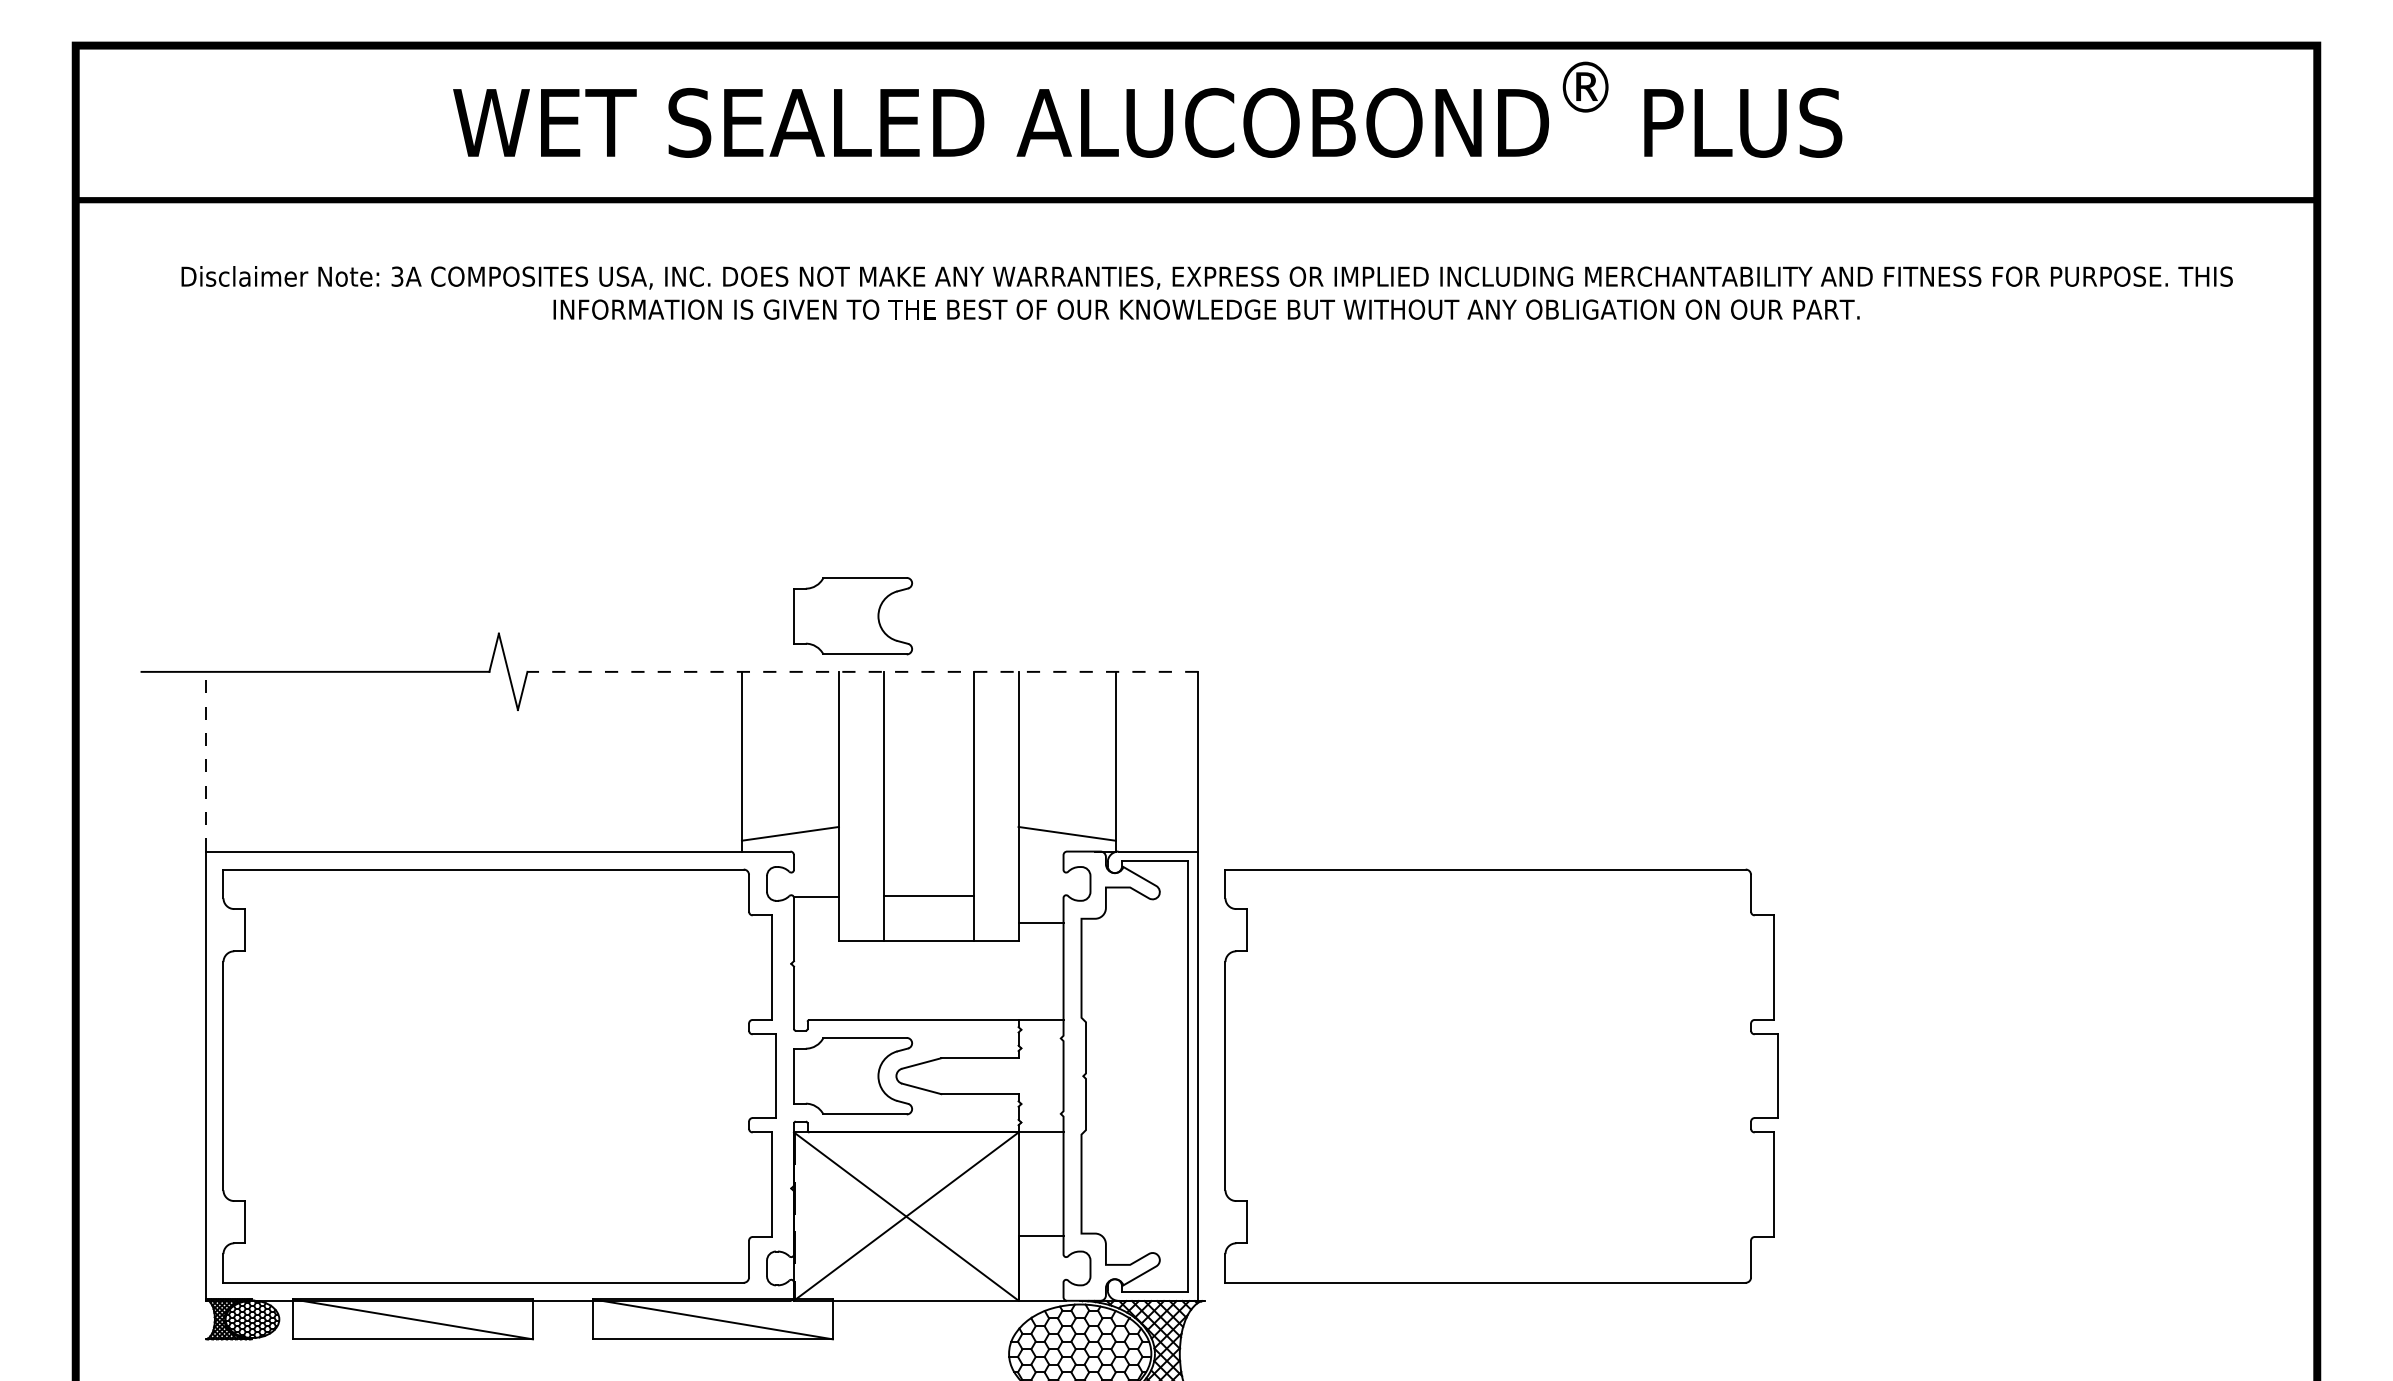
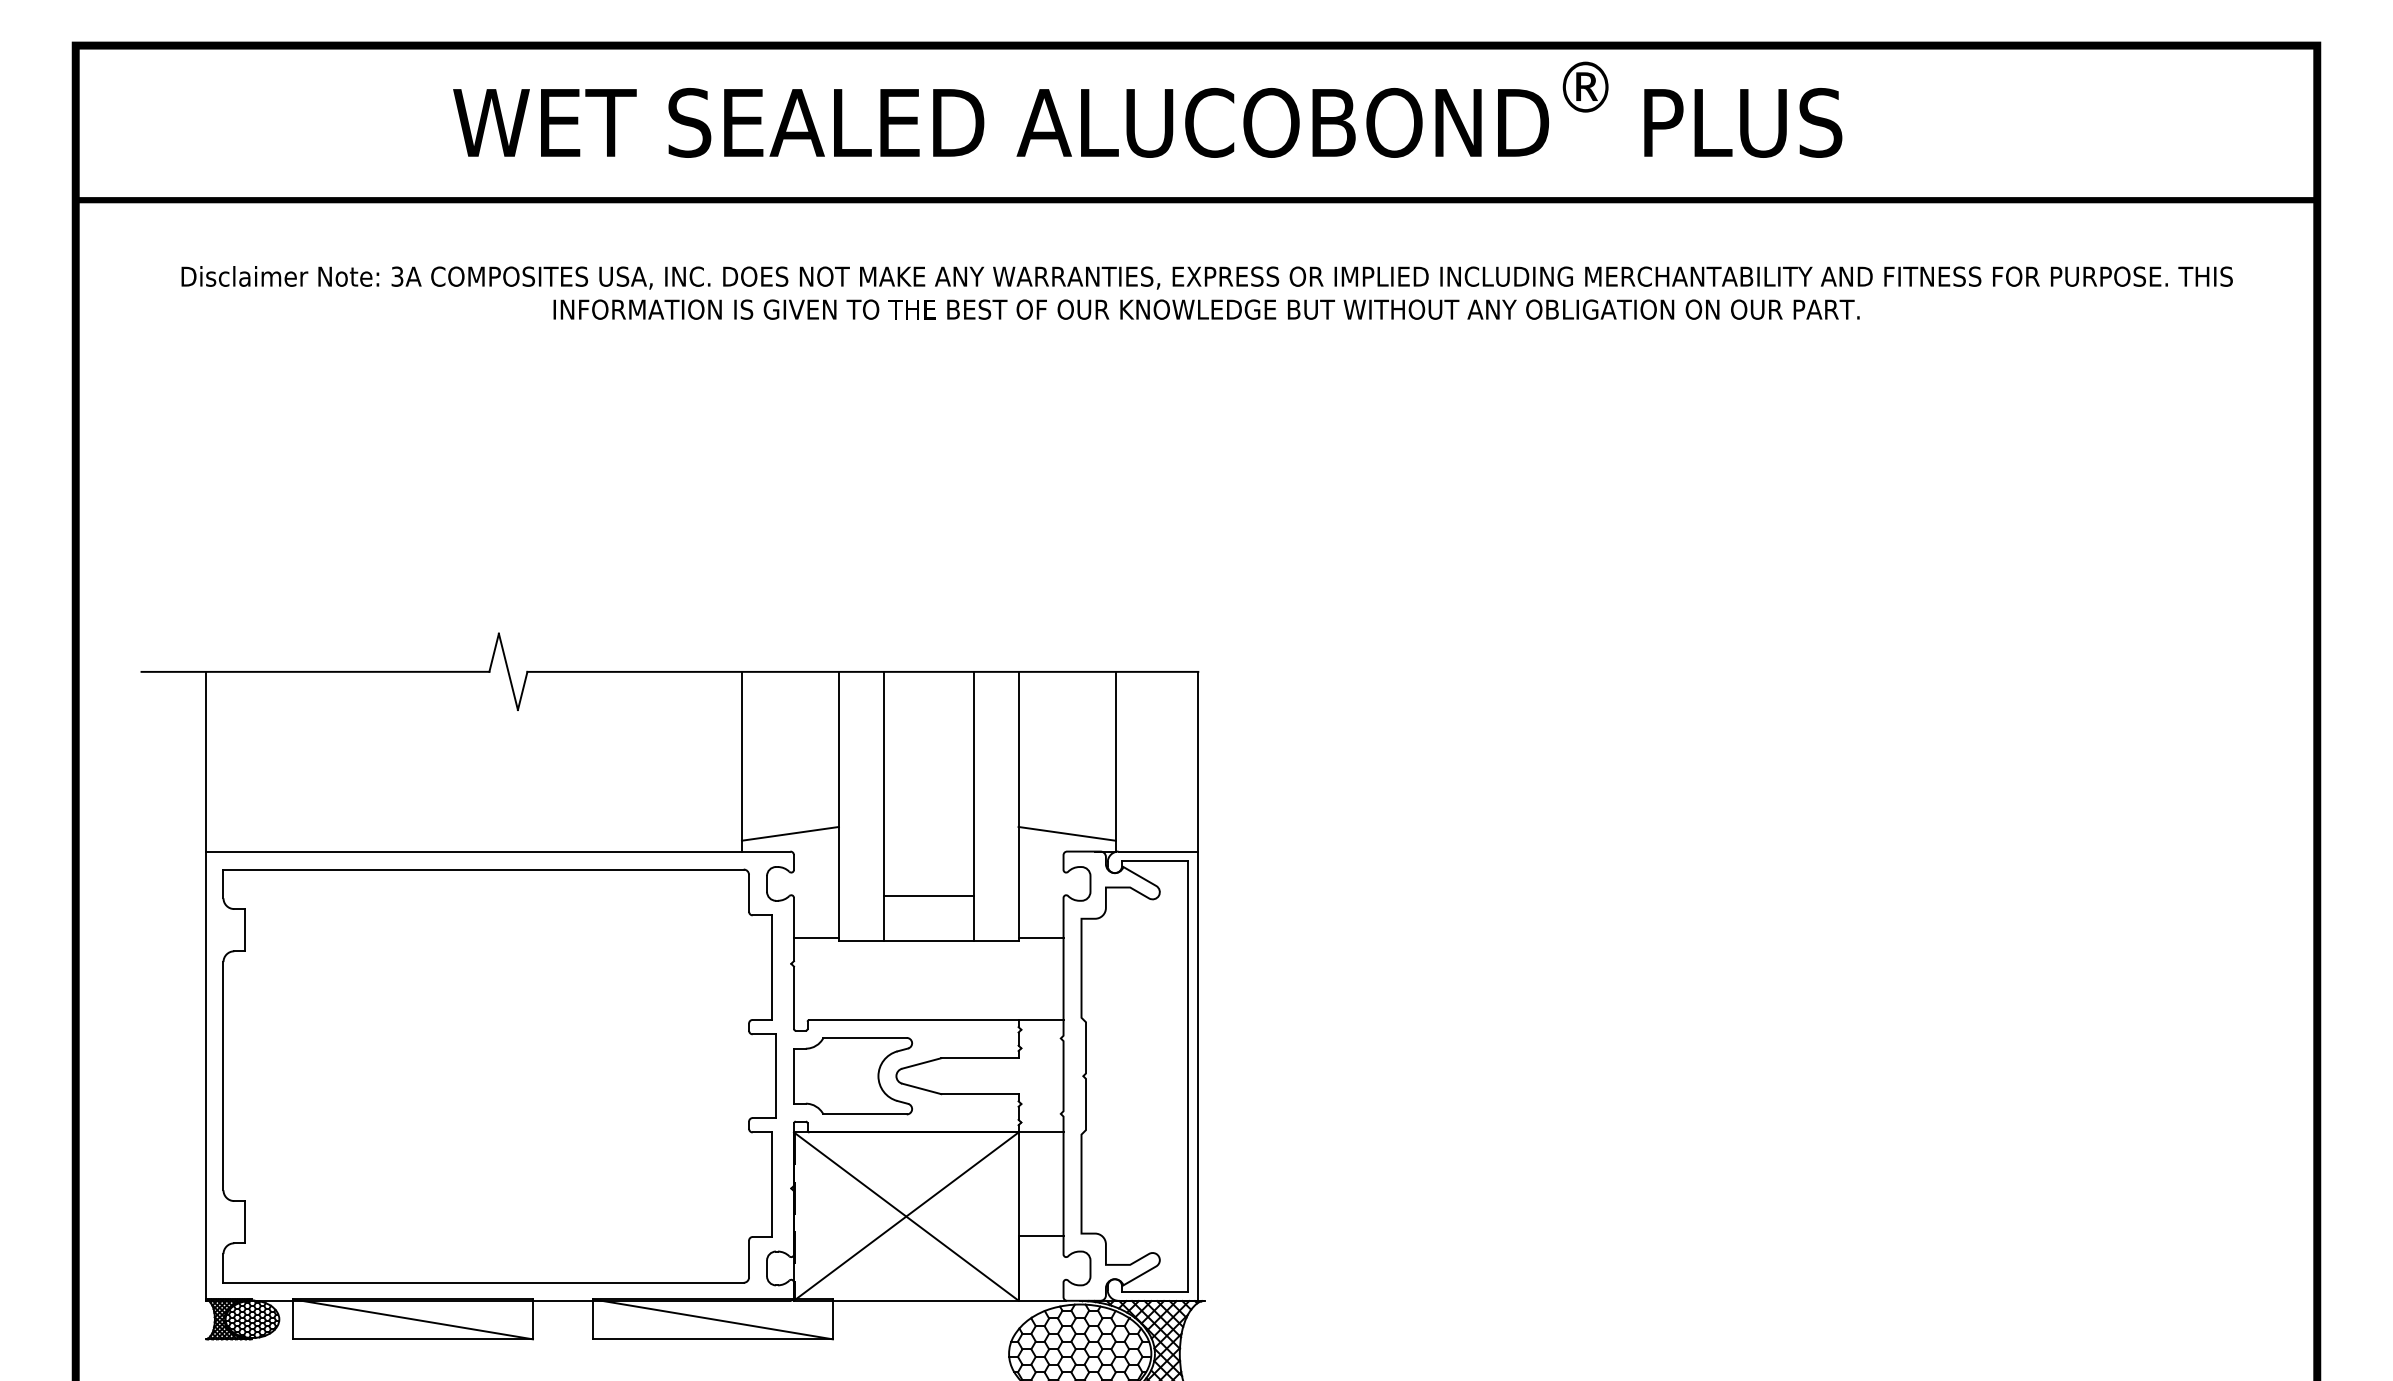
part at (852, 616): present -> none
line at (862, 671): dashed -> solid
line at (205, 761): dashed -> solid
line at (816, 896) position: (816, 896) -> (816, 937)
line at (1040, 922) position: (1040, 922) -> (1040, 937)
part at (1501, 1075): present -> none
